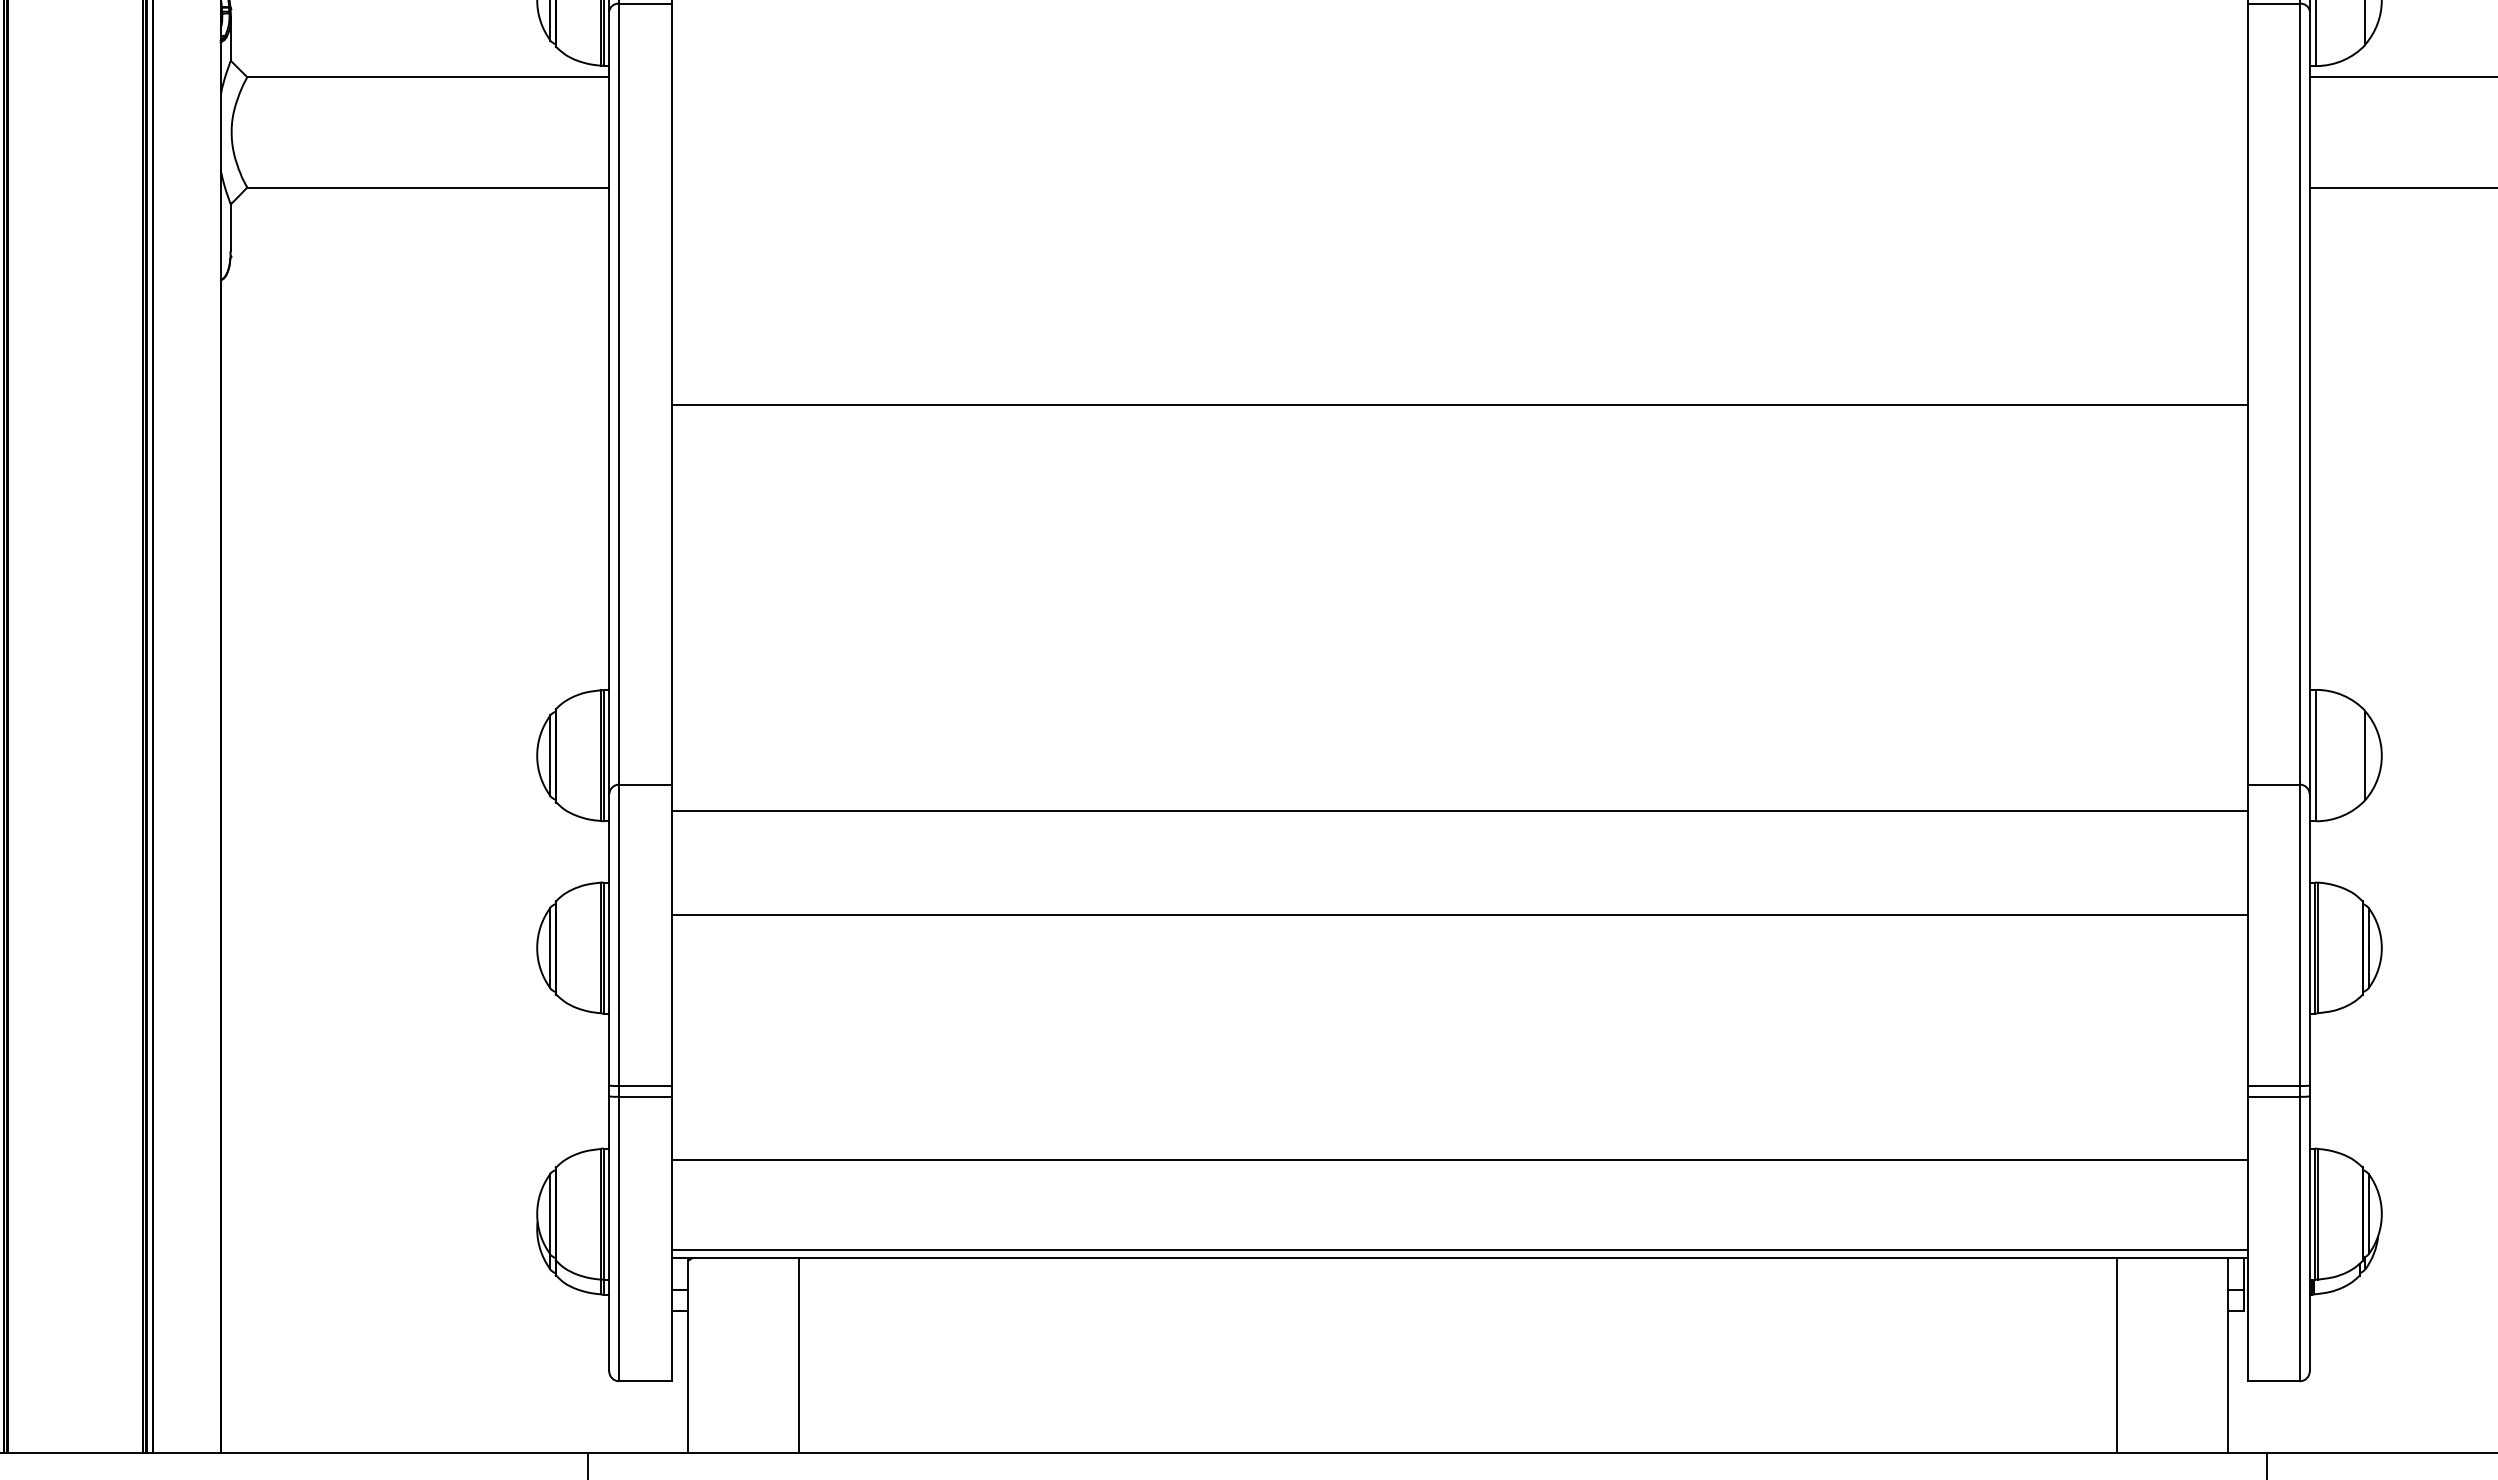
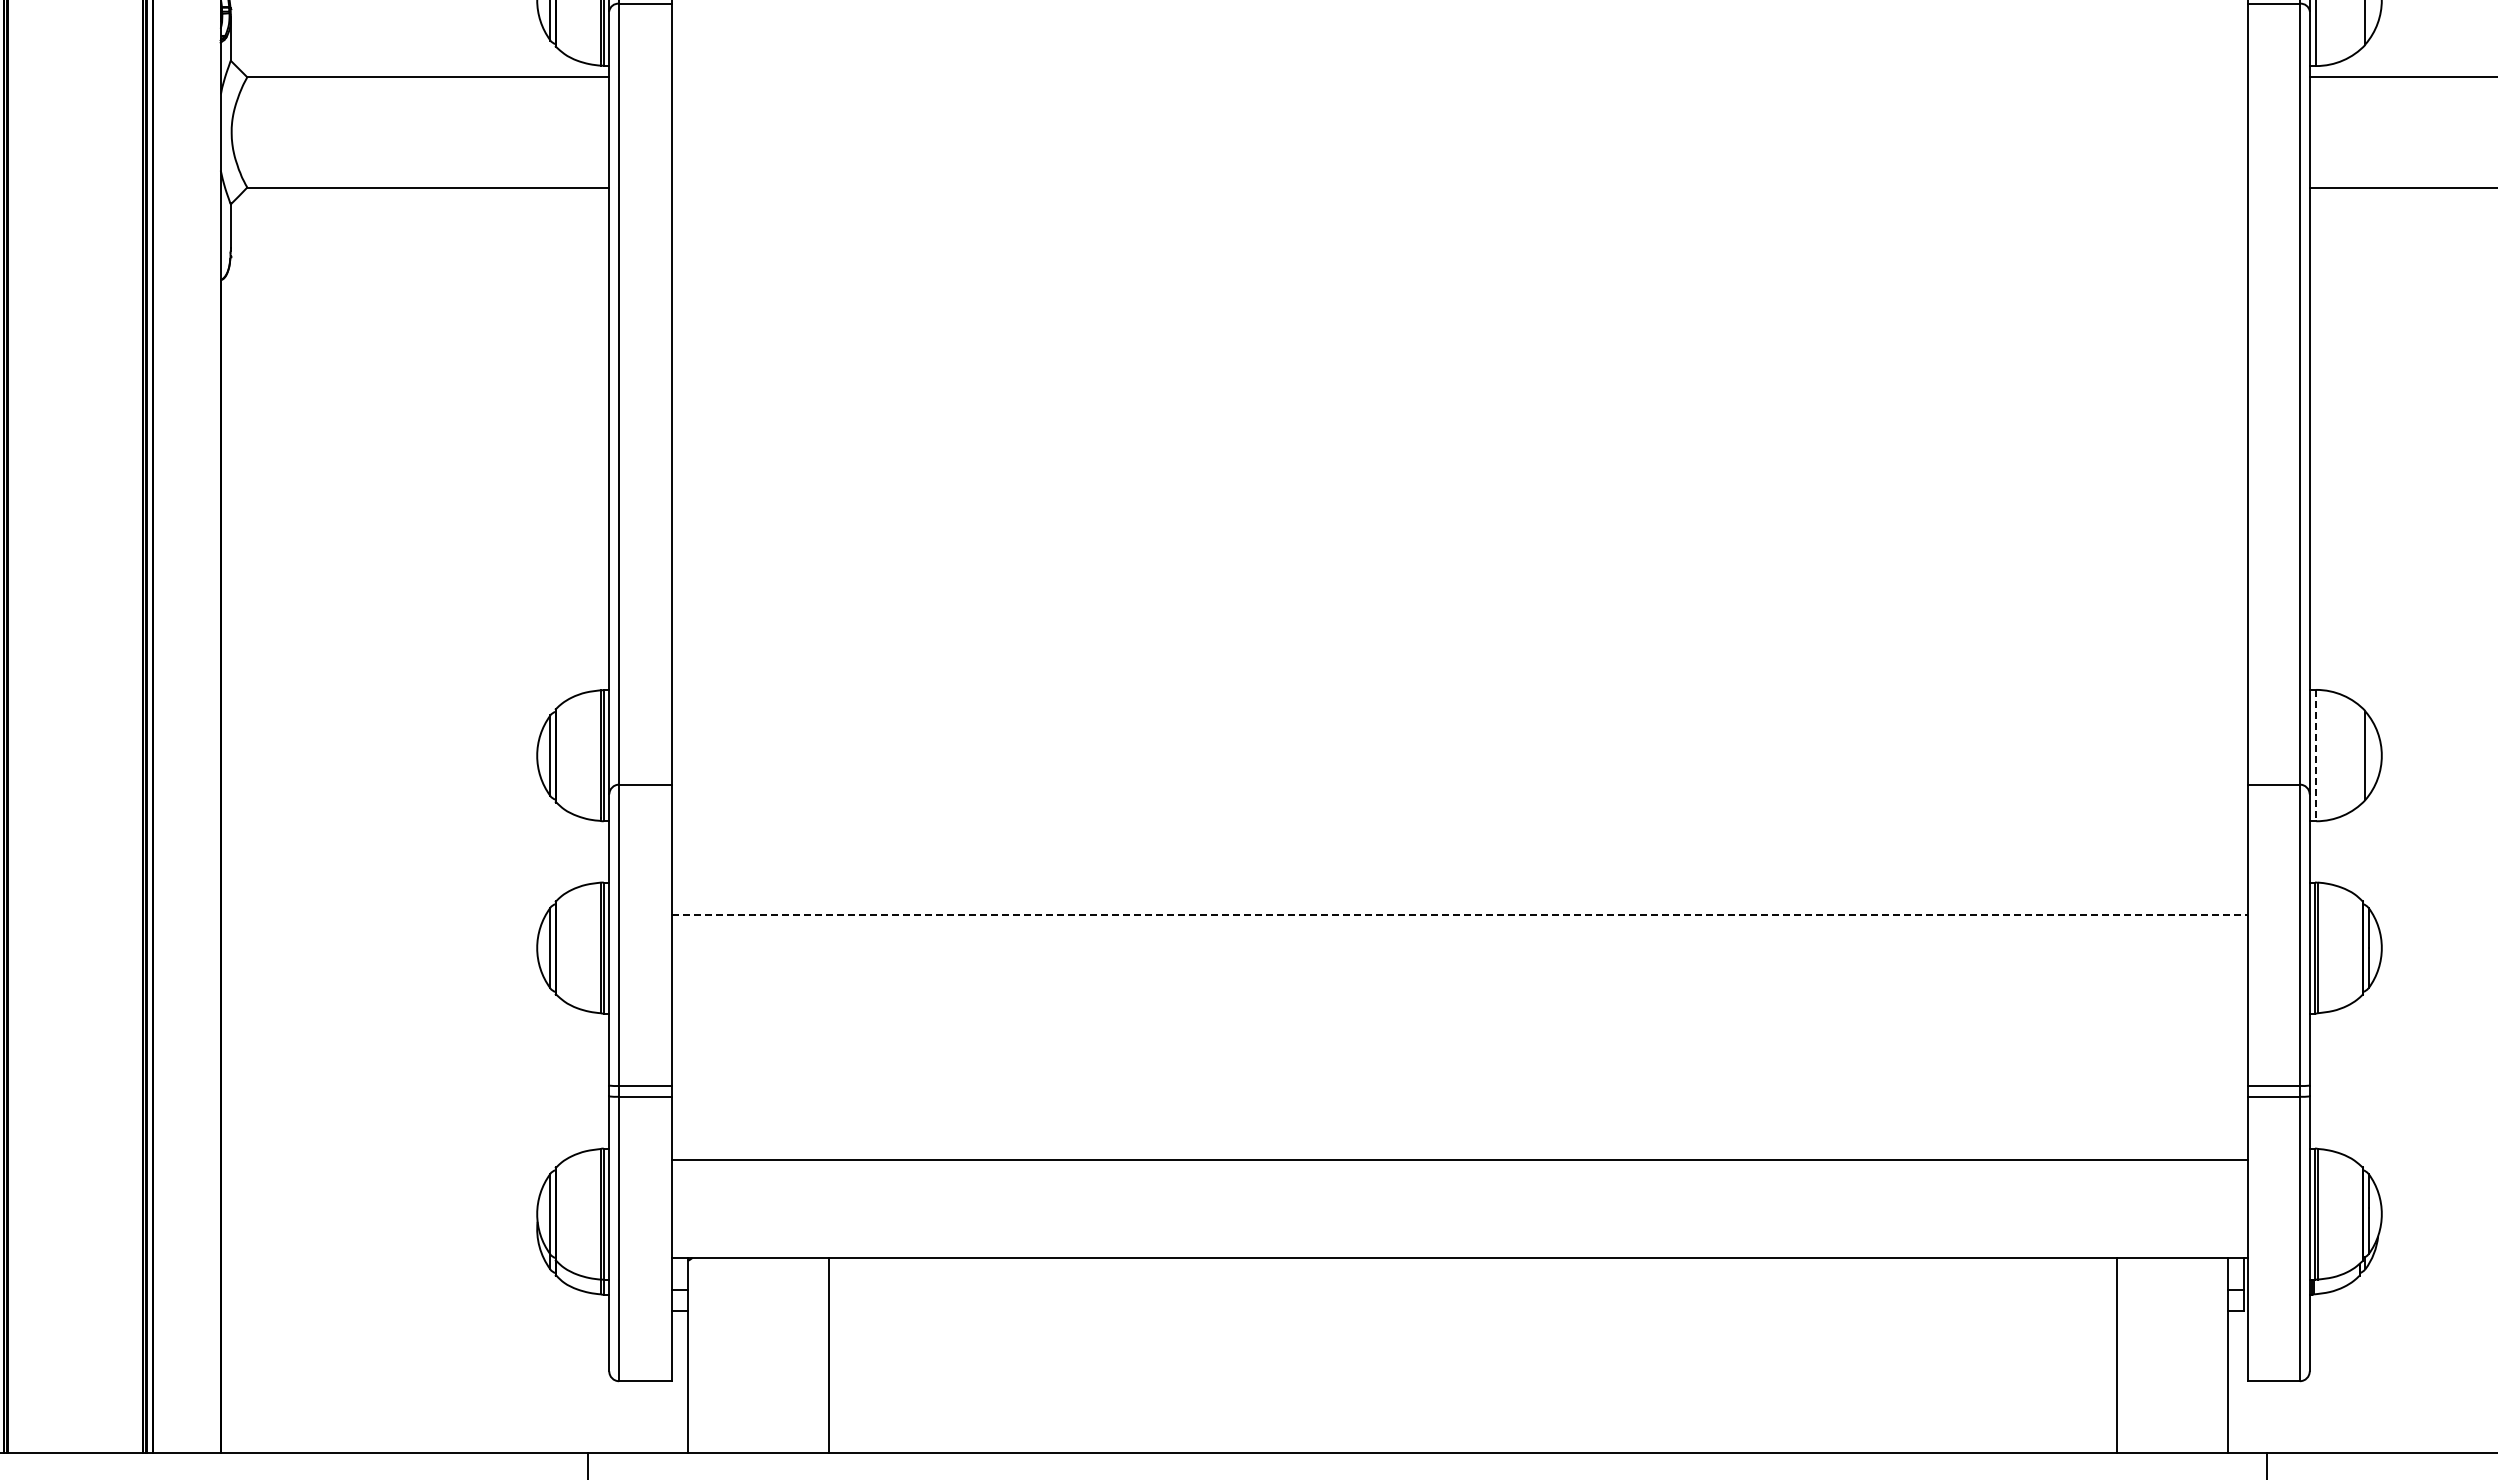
line at (1459, 405): present -> none
line at (2316, 755): solid -> dashed
line at (1459, 811): present -> none
line at (1459, 914): solid -> dashed
line at (1459, 1249): present -> none
line at (798, 1355) position: (798, 1355) -> (828, 1355)
